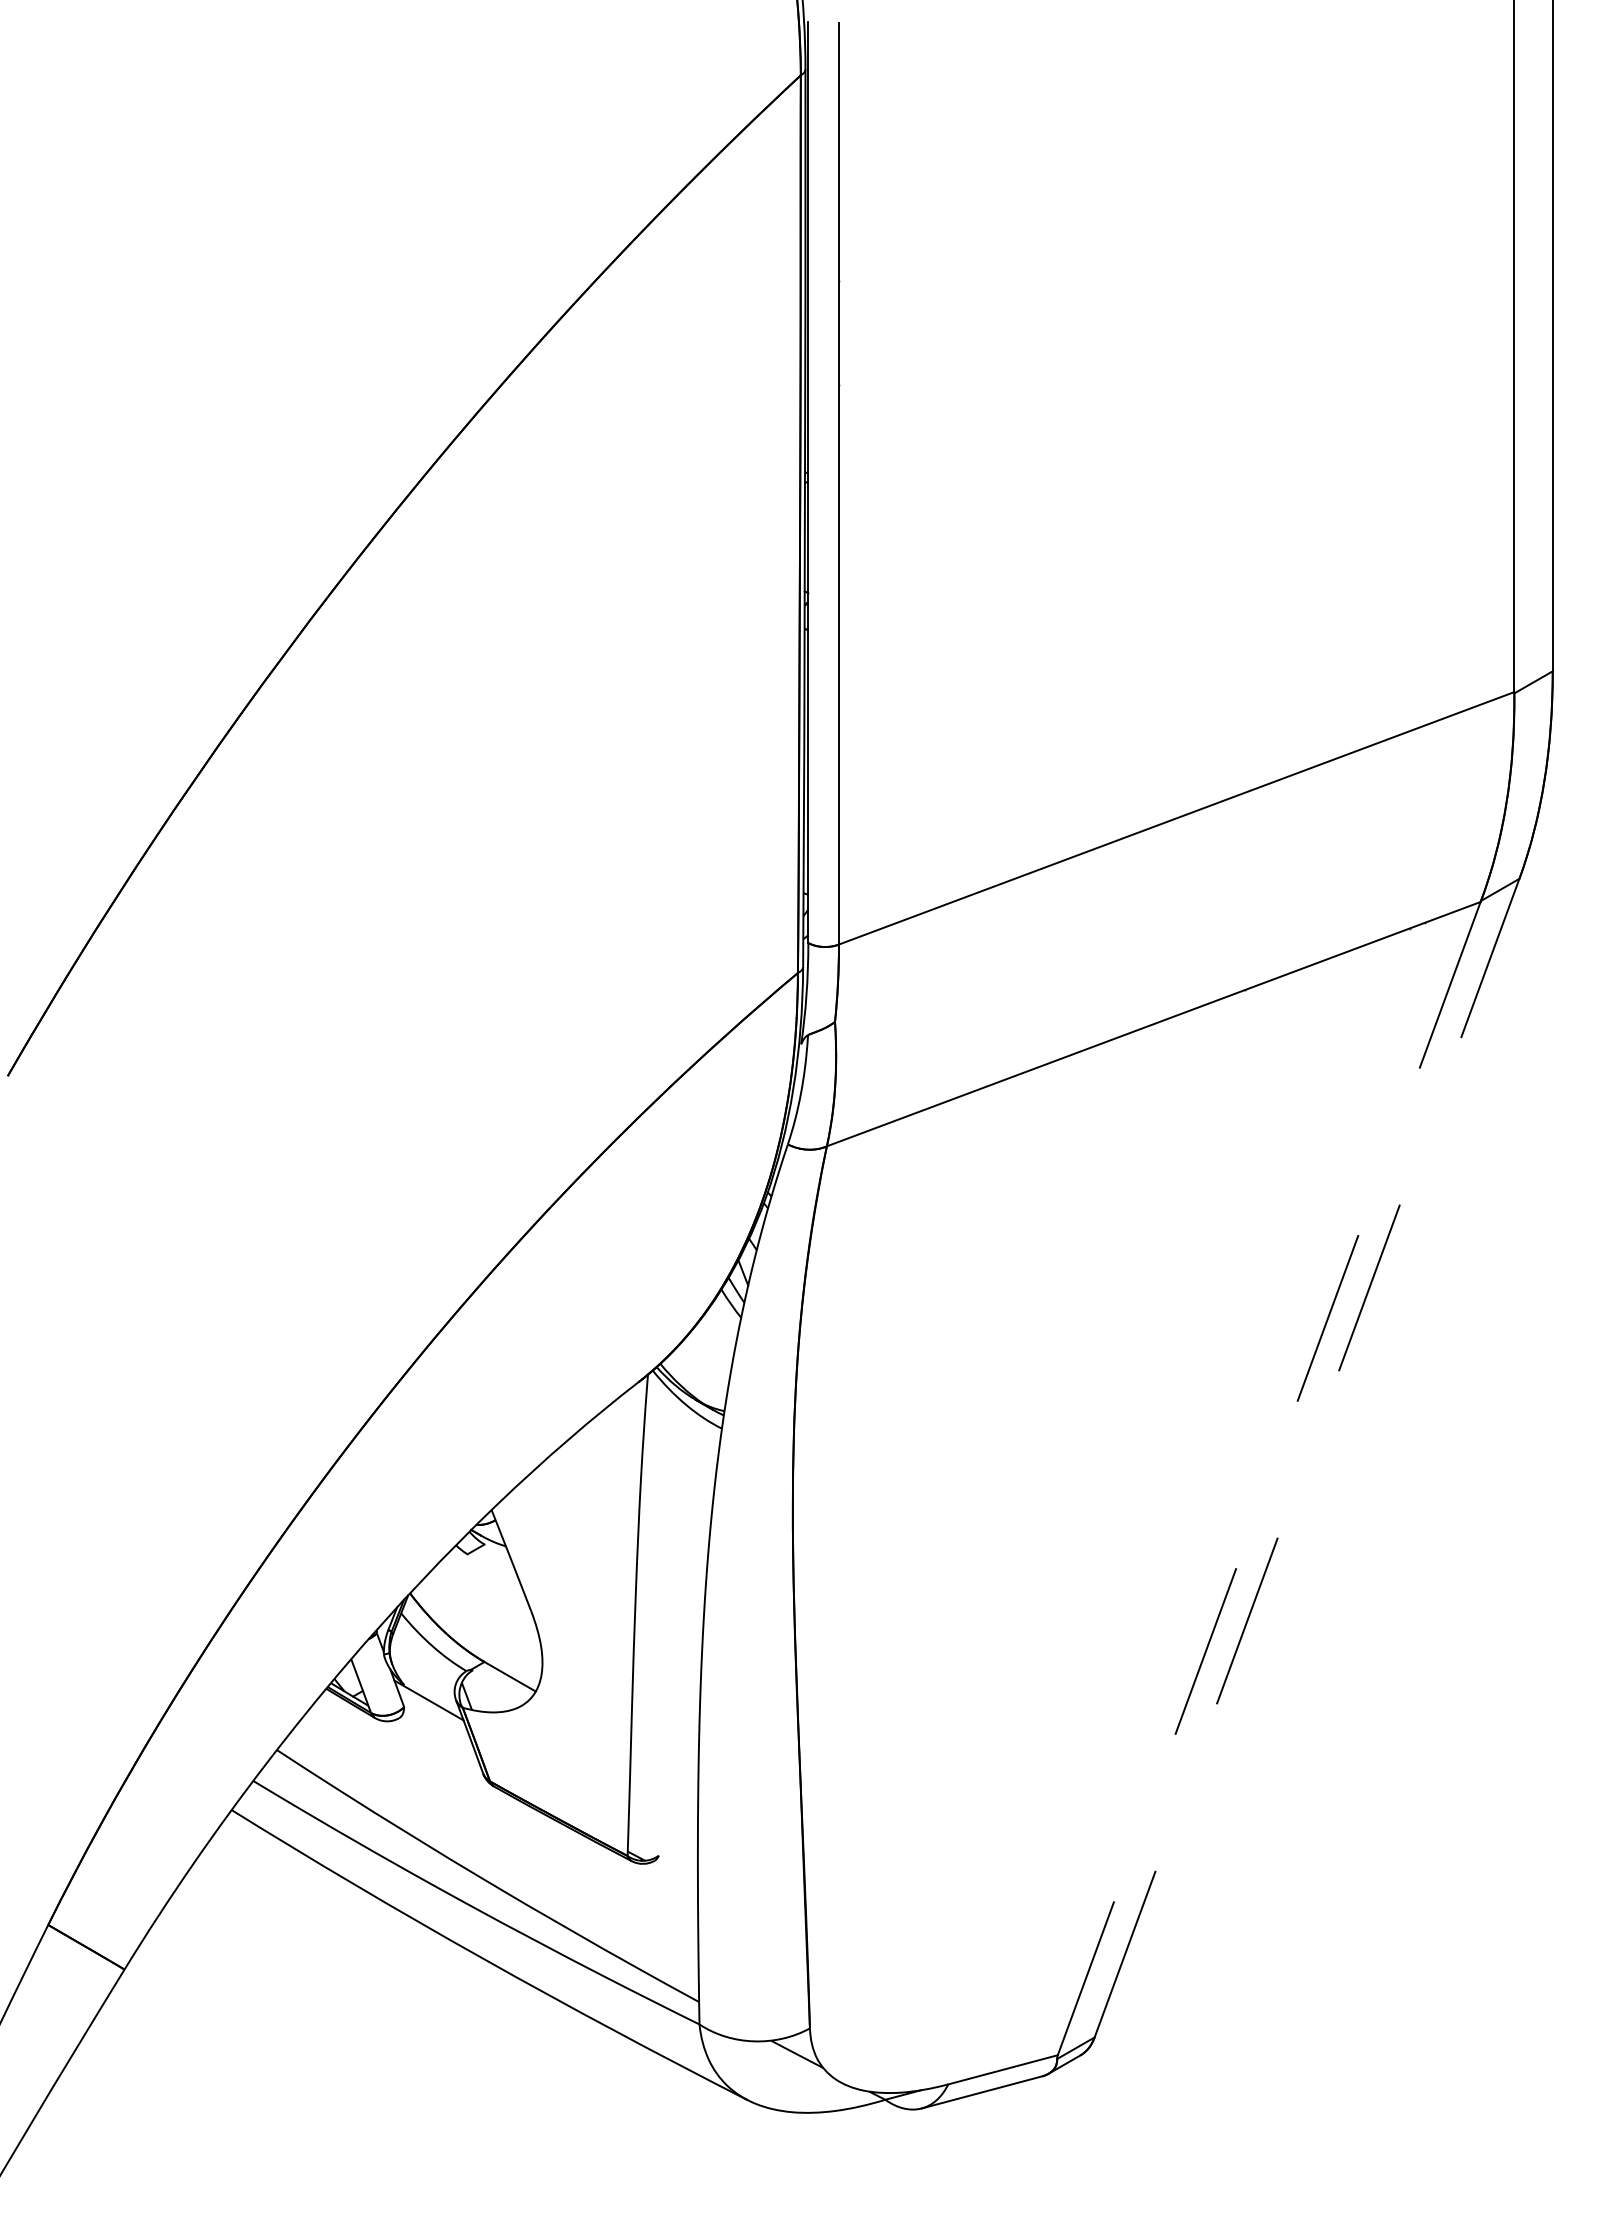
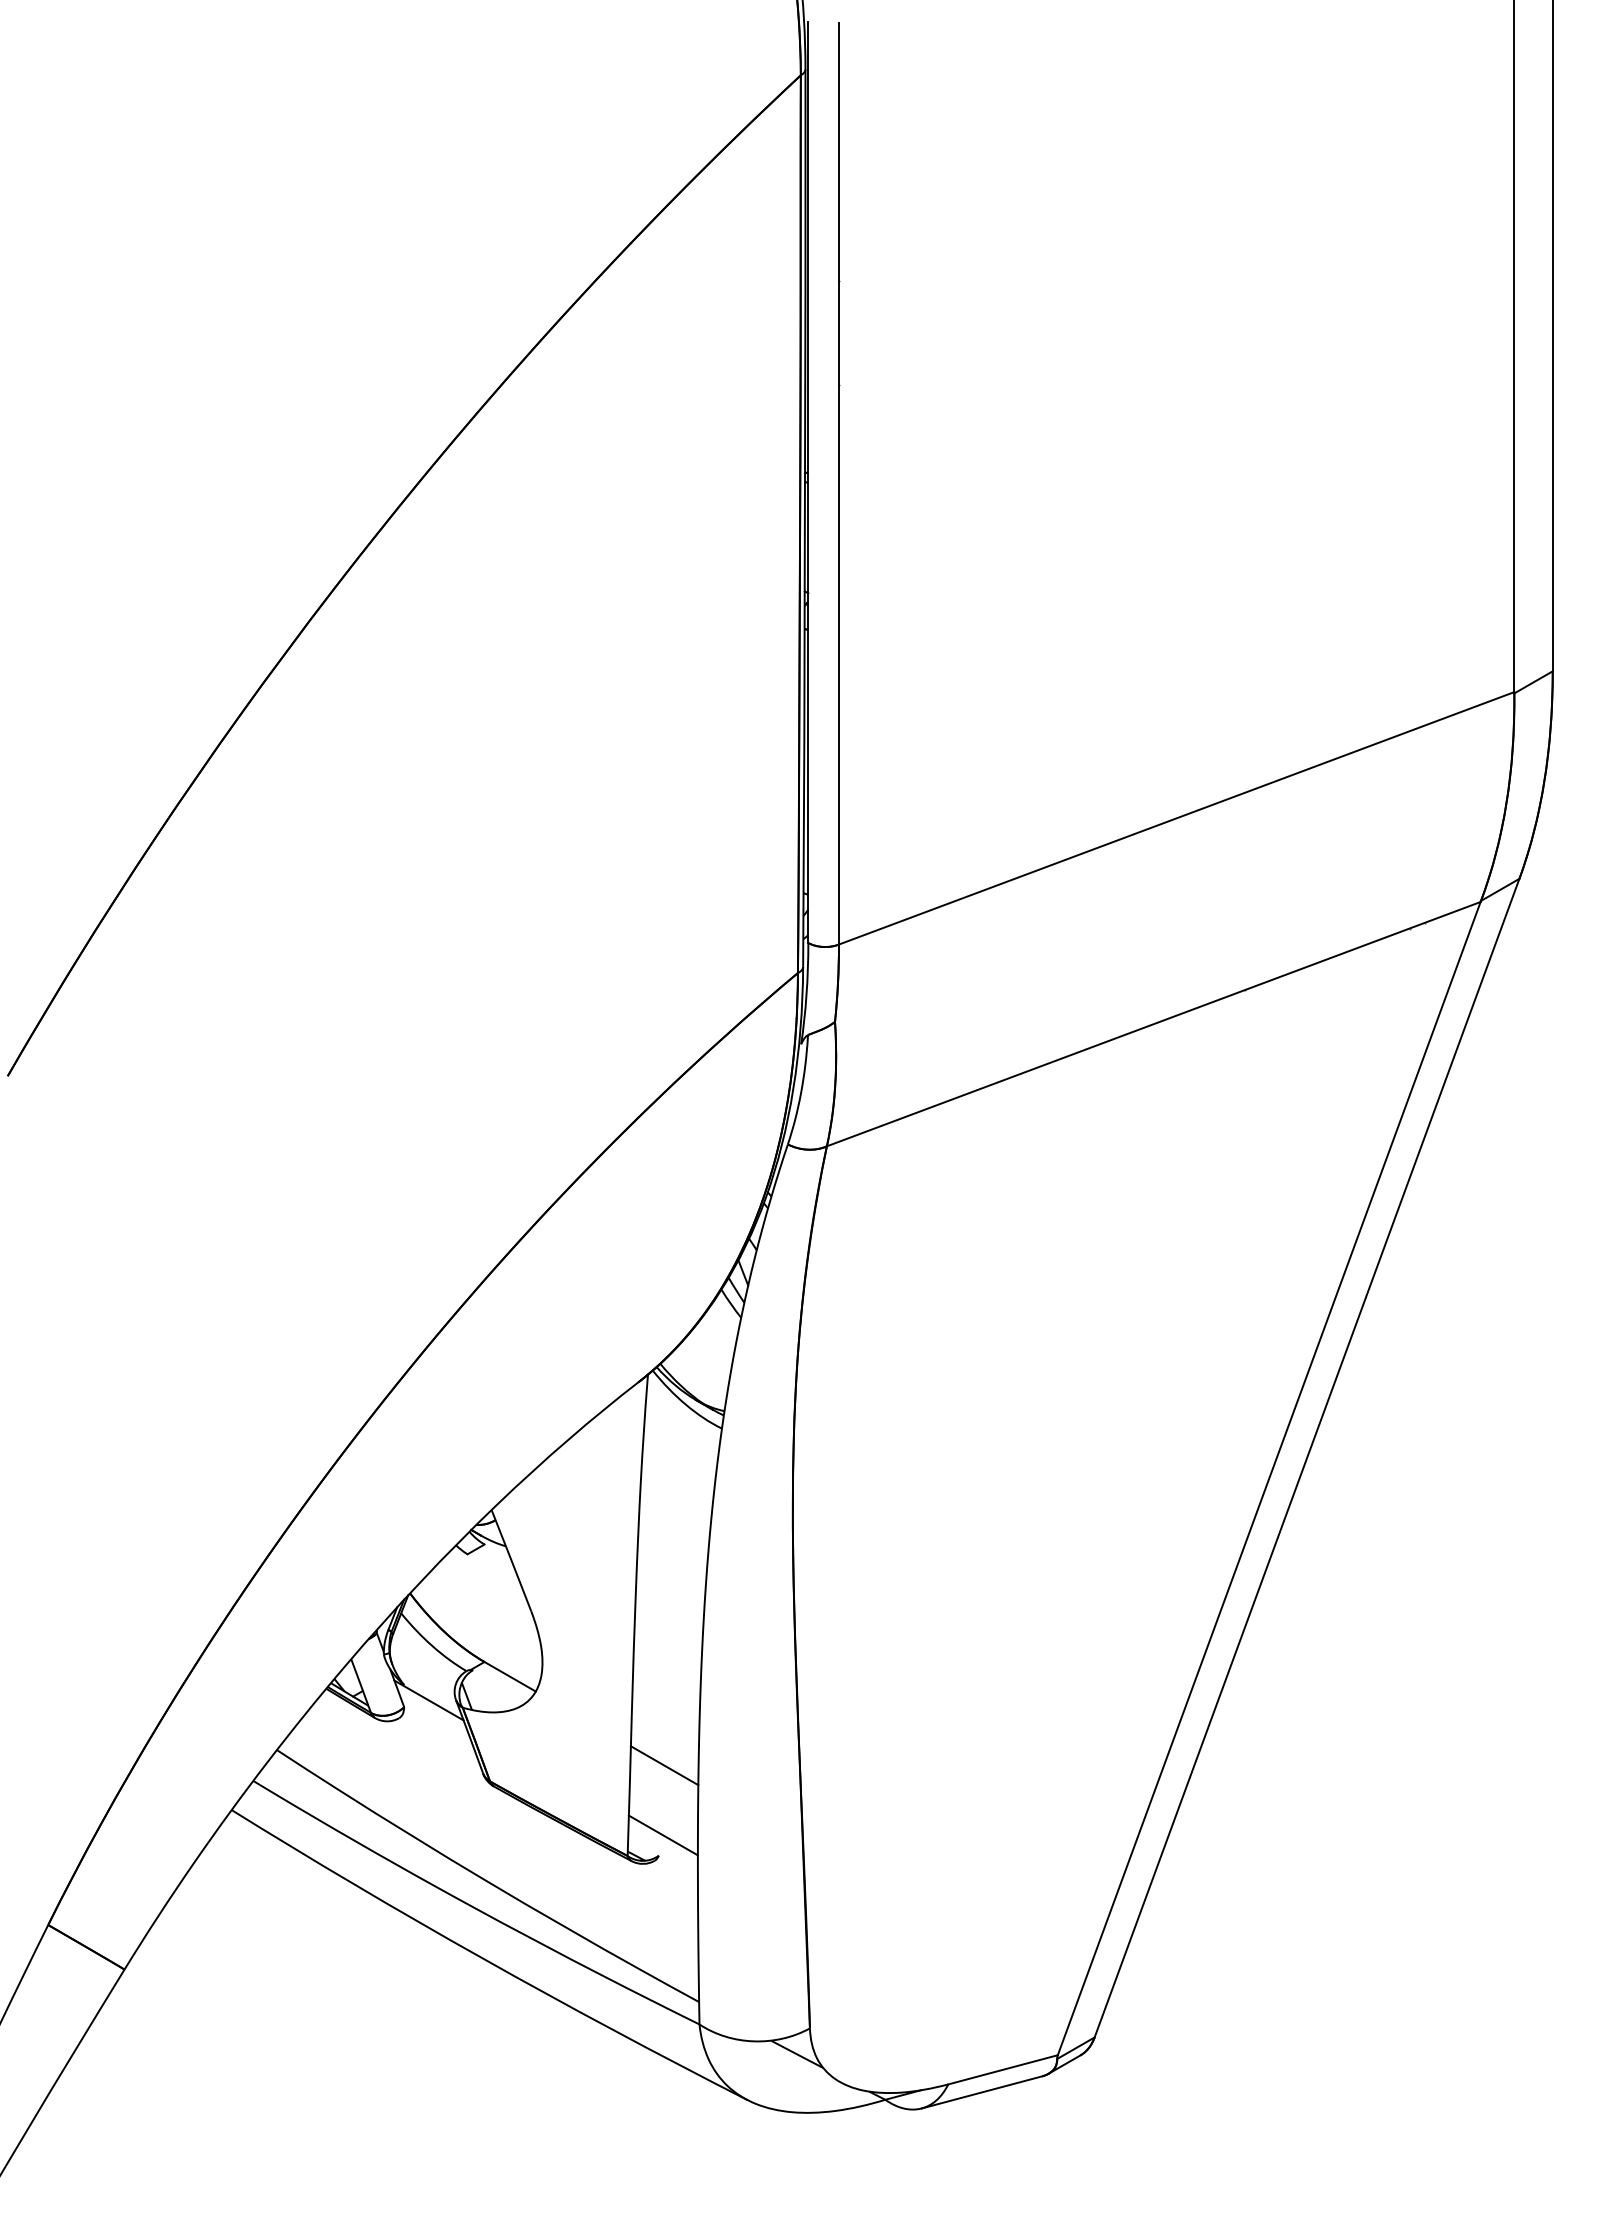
line at (1307, 1457): dashed -> solid
line at (1269, 1479): dashed -> solid
line at (664, 1765): none -> present
line at (662, 1835): none -> present
